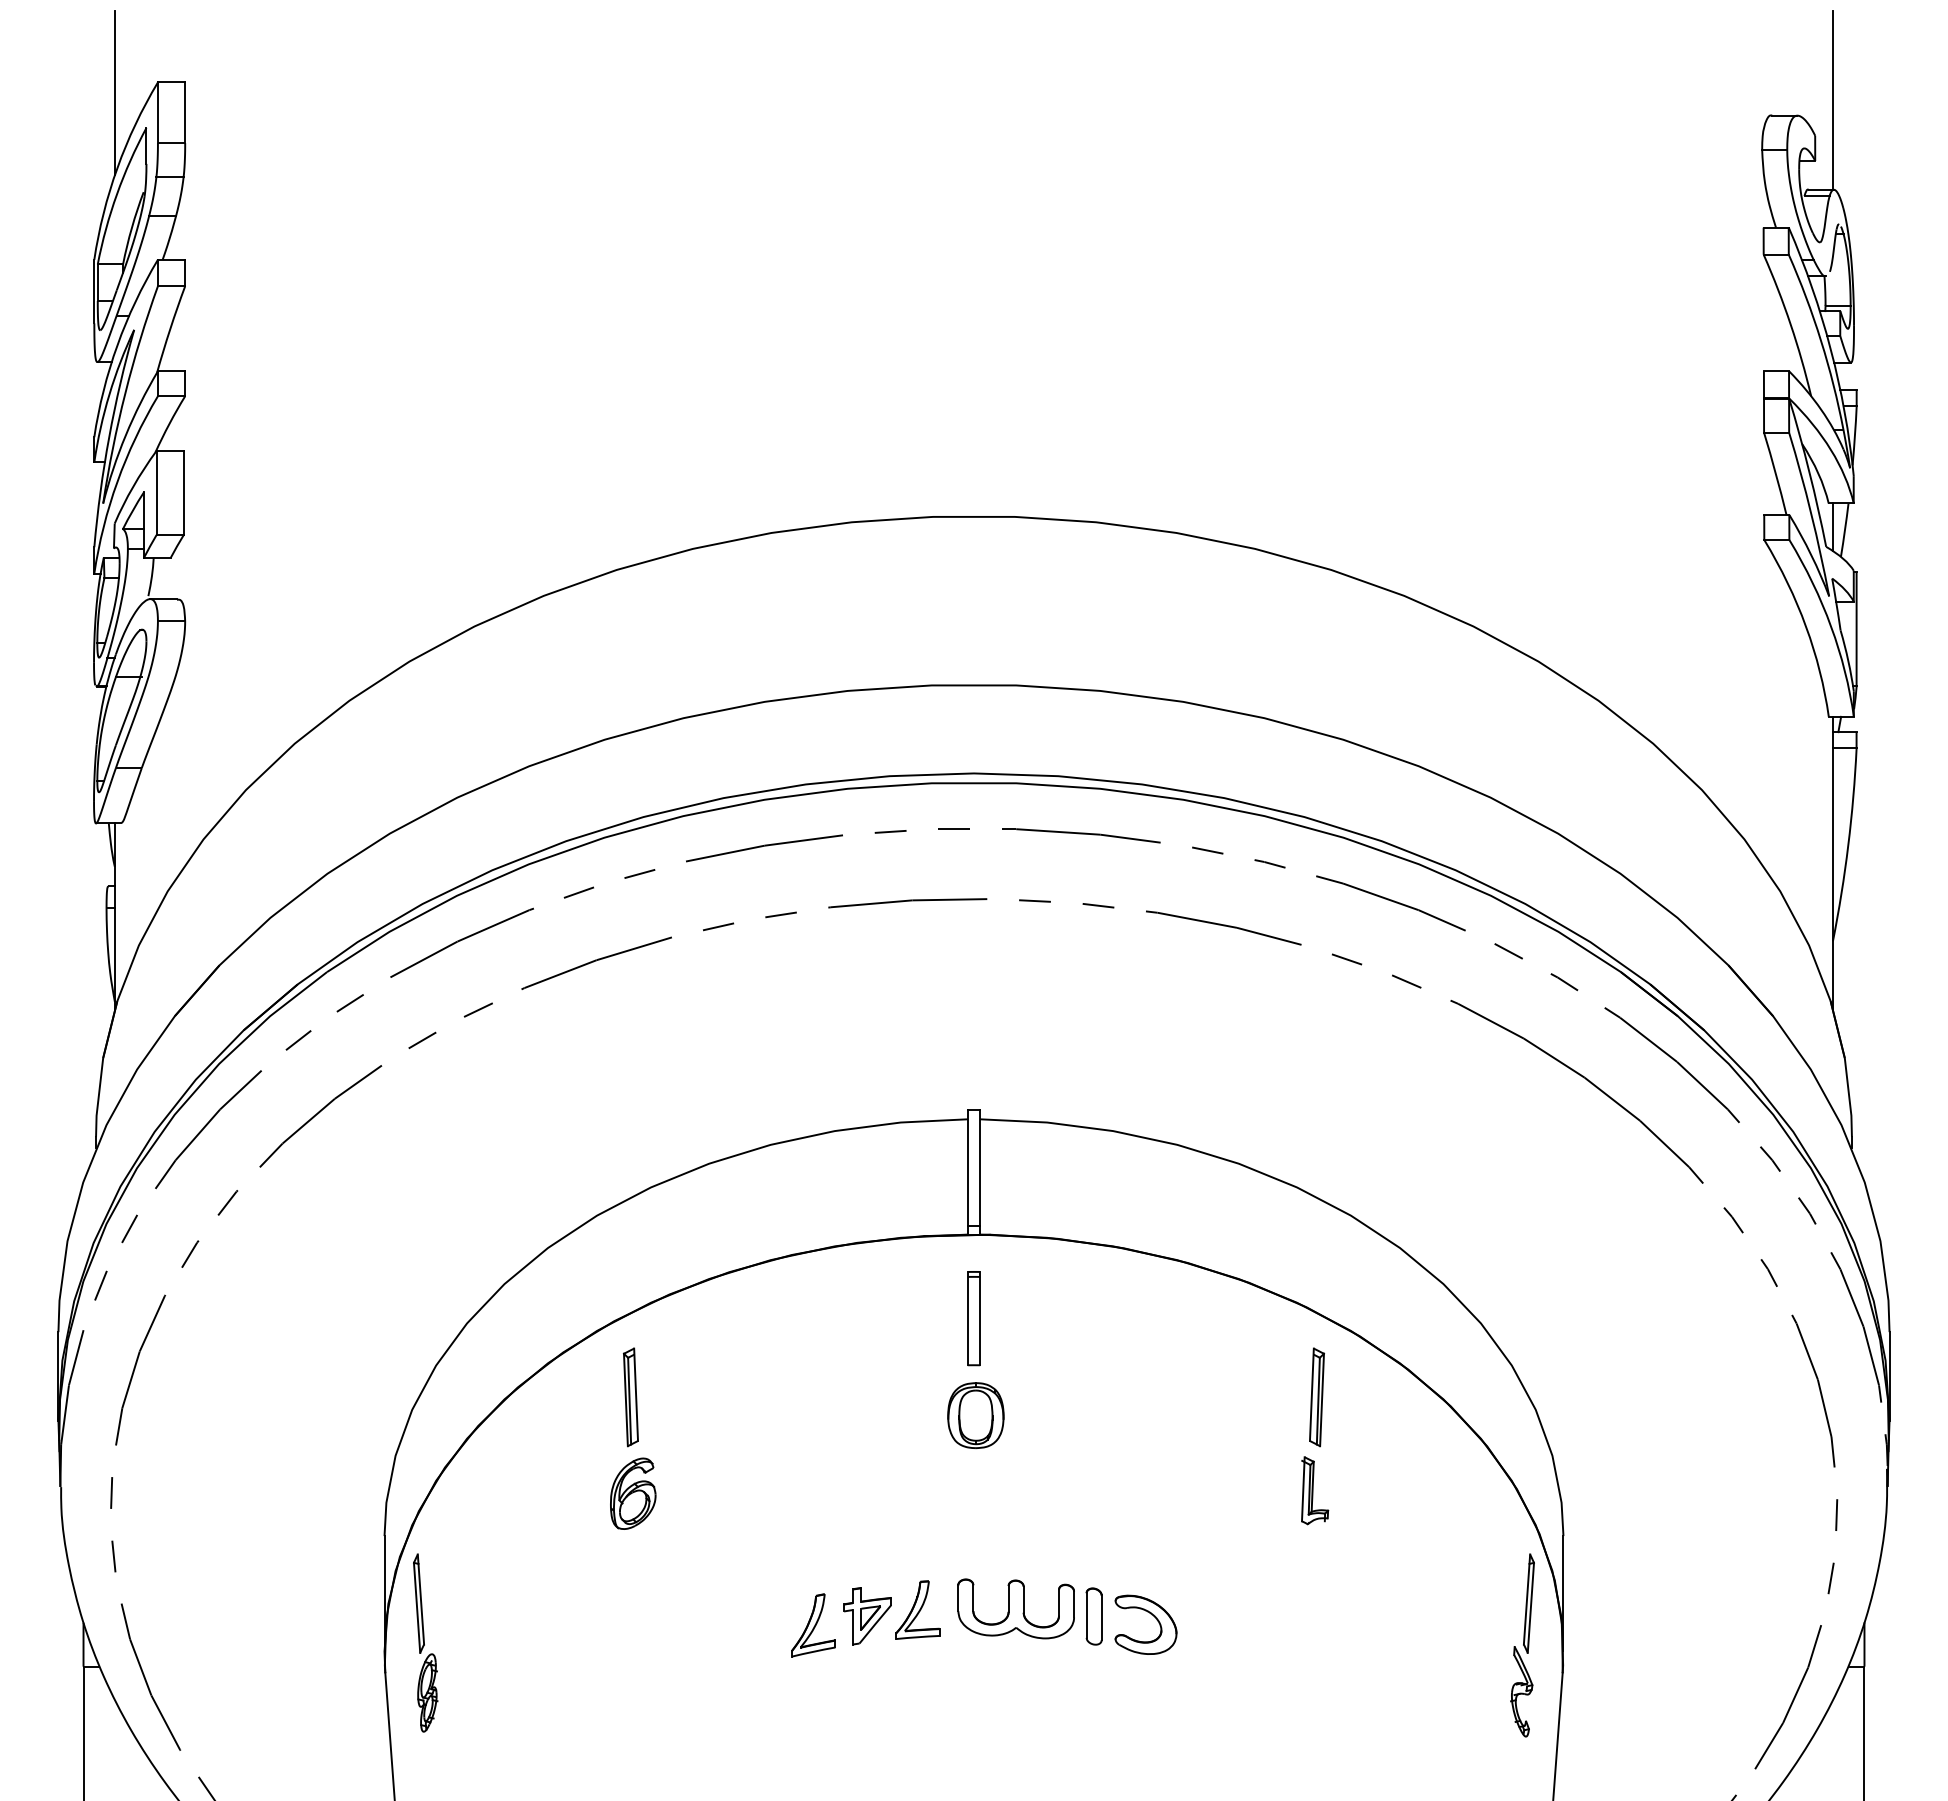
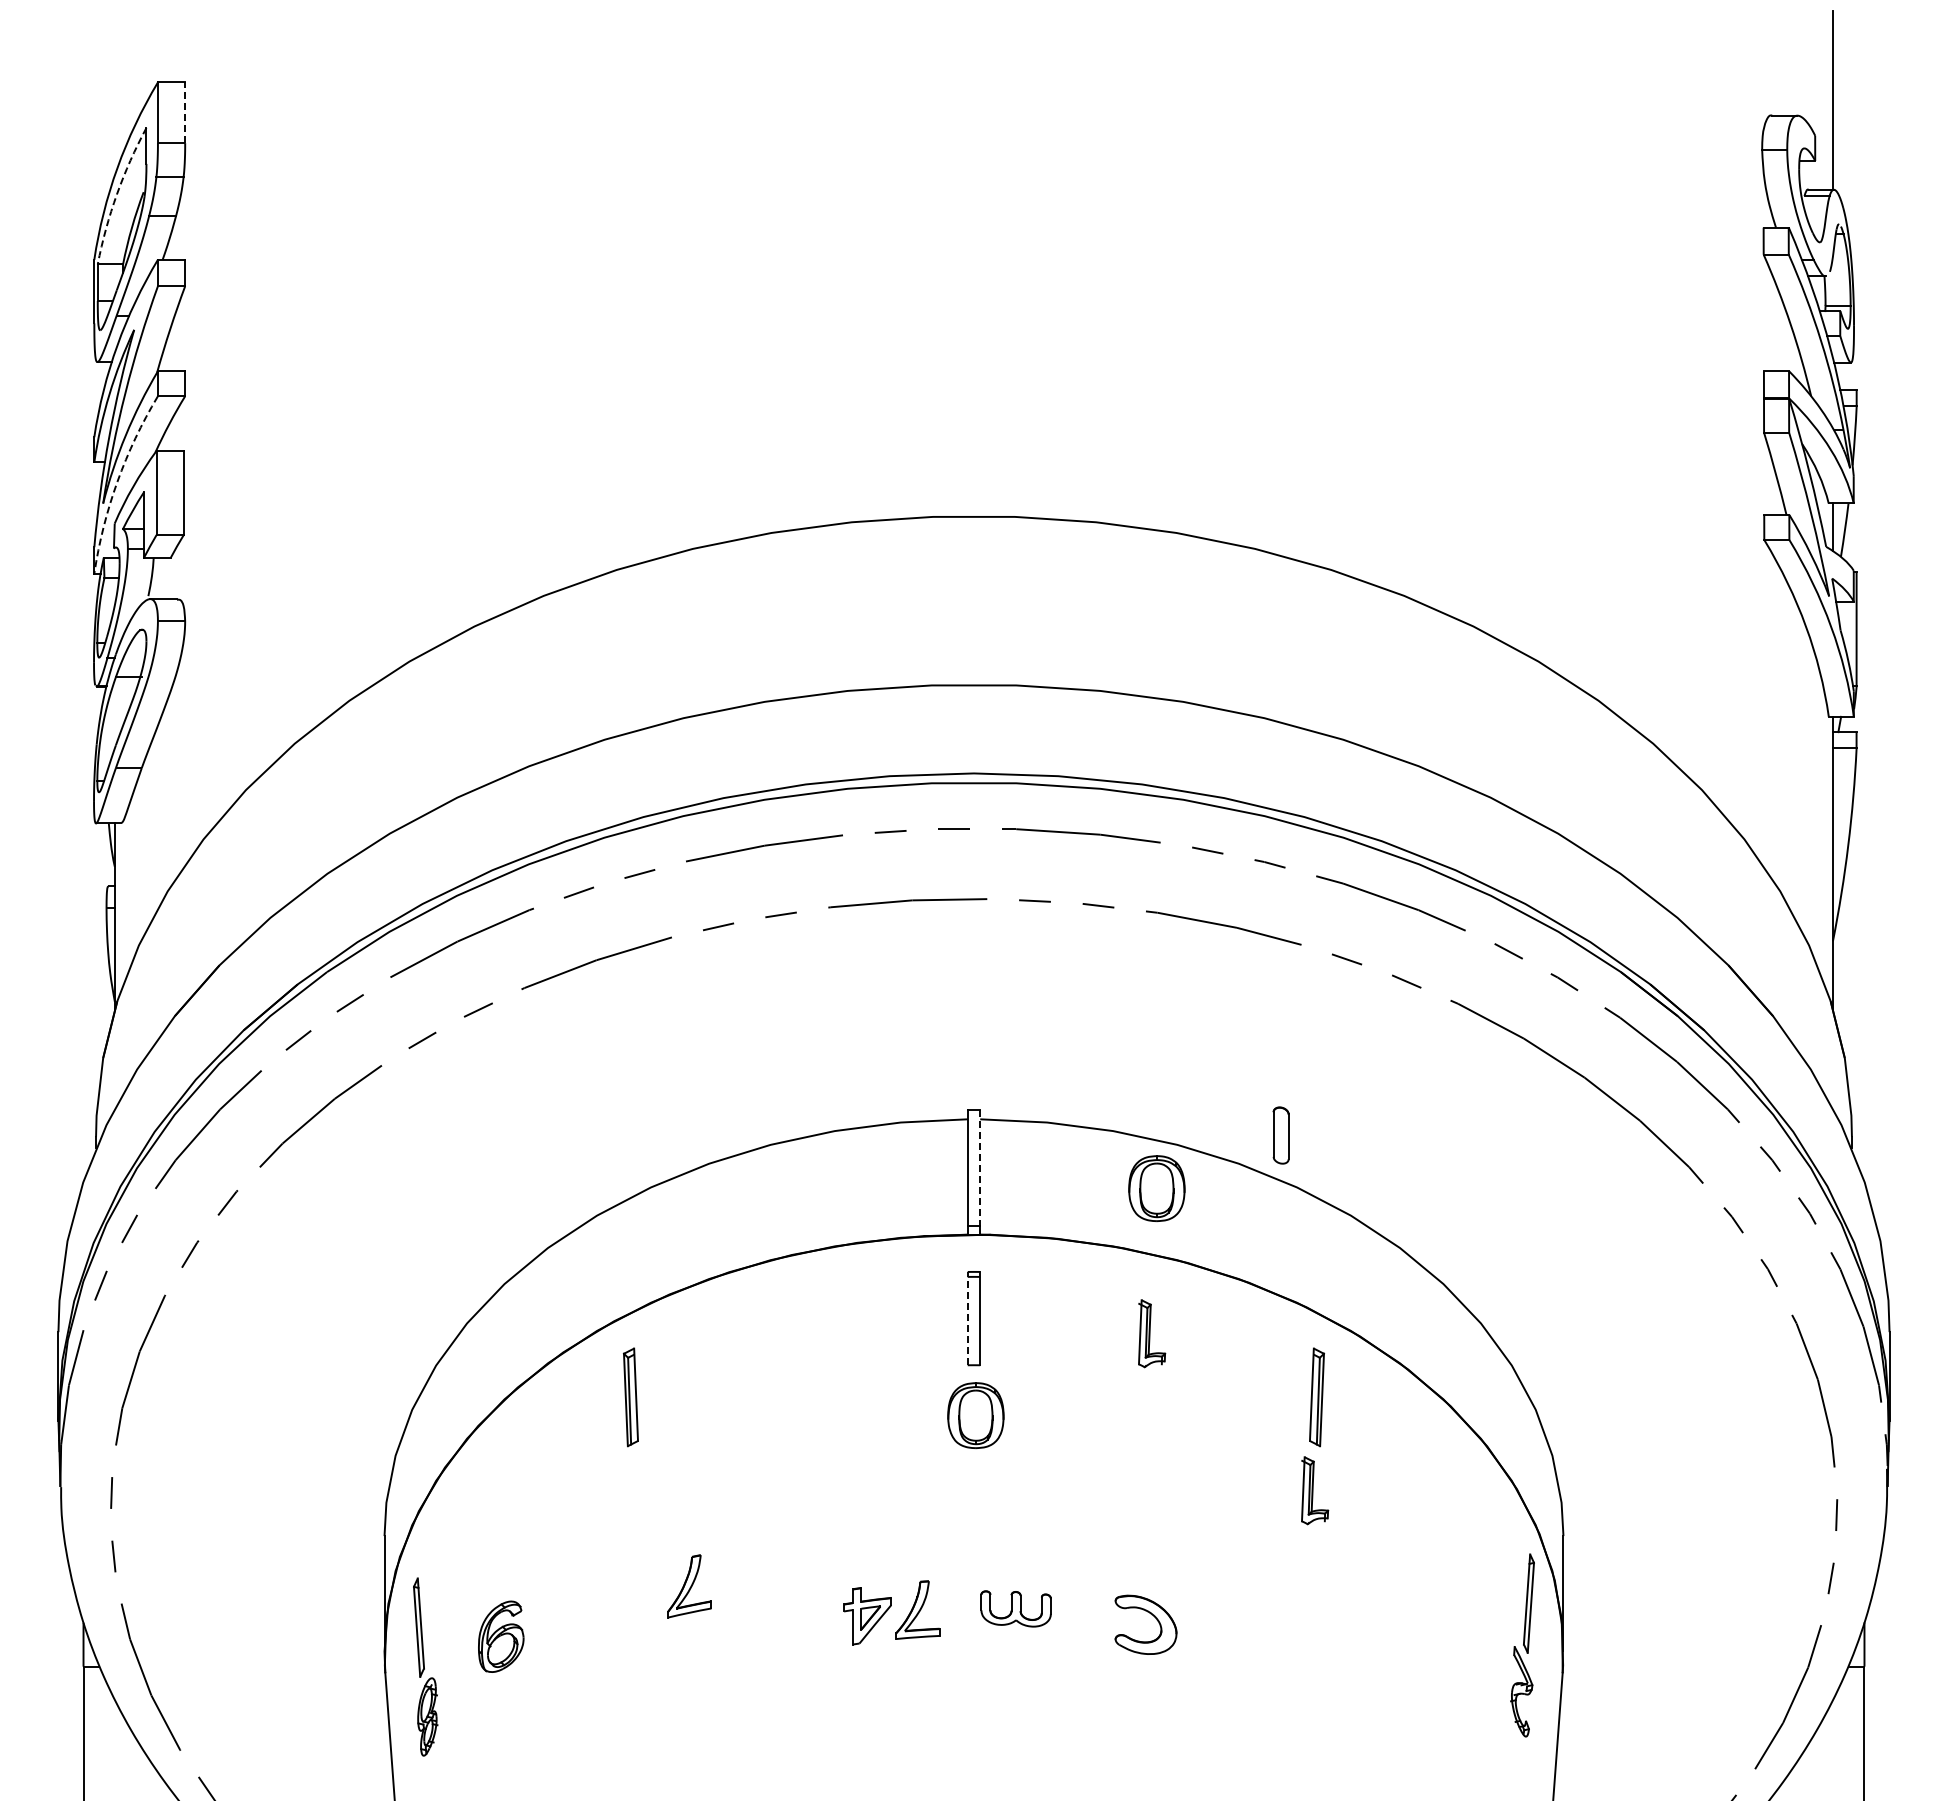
line at (114, 92): present -> none
line at (185, 112): solid -> dashed
arc at (116, 194): solid -> dashed
arc at (117, 481): solid -> dashed
line at (980, 1168): solid -> dashed
part at (1156, 1188): none -> present
line at (967, 1318): solid -> dashed
part at (1152, 1333): none -> present
part at (633, 1493) position: (633, 1493) -> (501, 1636)
part at (1015, 1608) size: 118x62 px -> 72x38 px
part at (1093, 1616) position: (1093, 1616) -> (1280, 1135)
part at (813, 1625) position: (813, 1625) -> (689, 1586)
part at (425, 1642) position: (425, 1642) -> (425, 1666)
